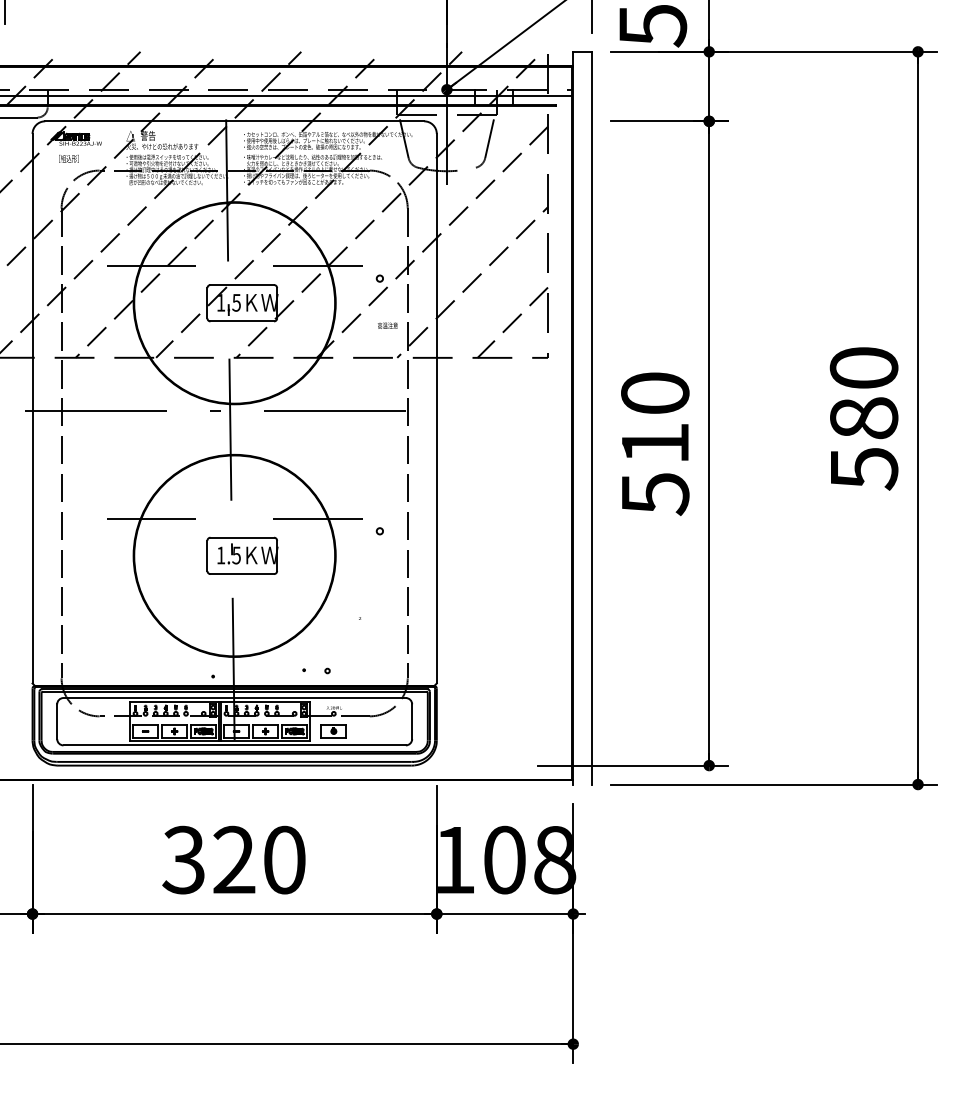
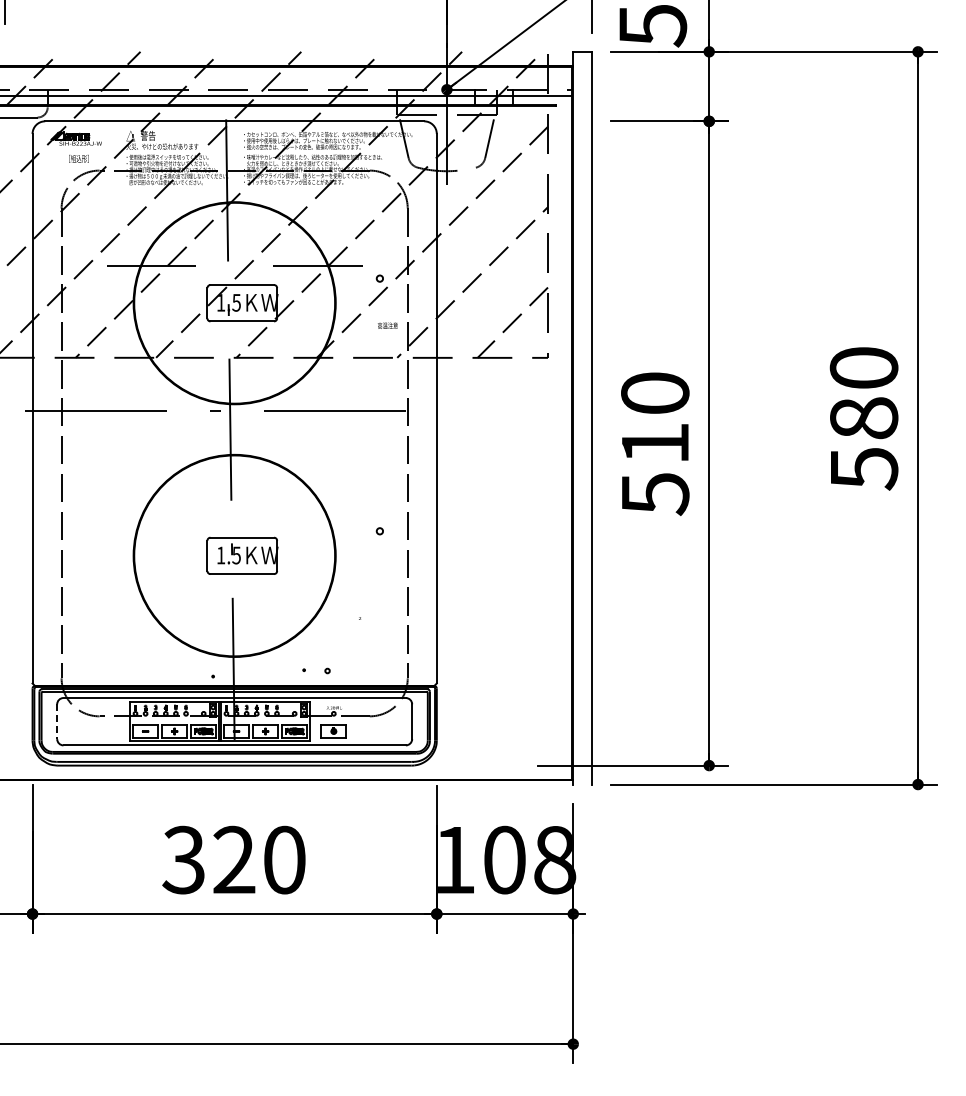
text at (68, 158) position: (68, 158) -> (78, 158)
line at (151, 518): present -> none
line at (317, 518): present -> none
line at (57, 722): solid -> dashed
